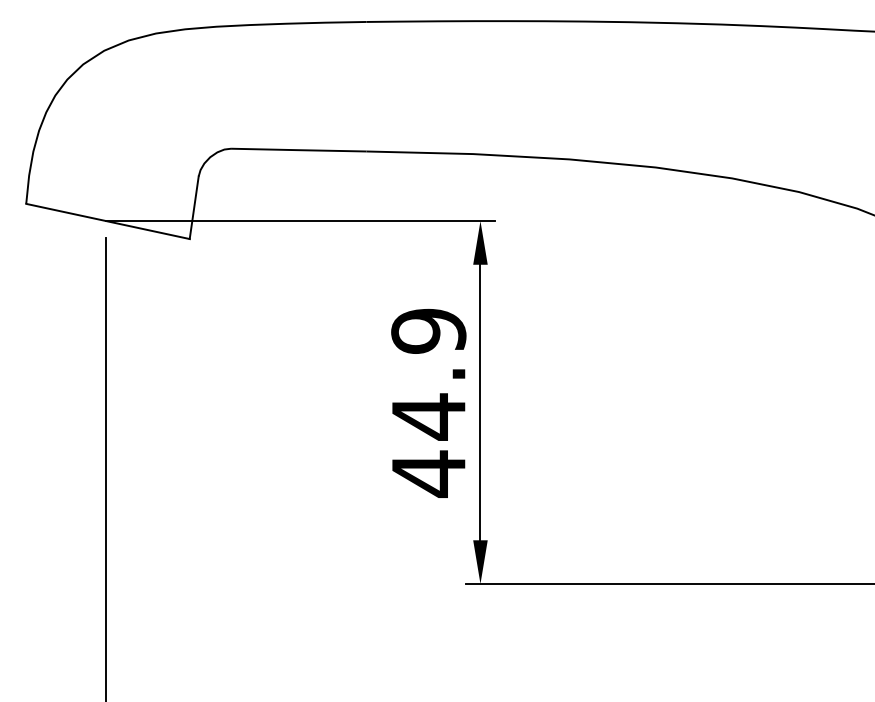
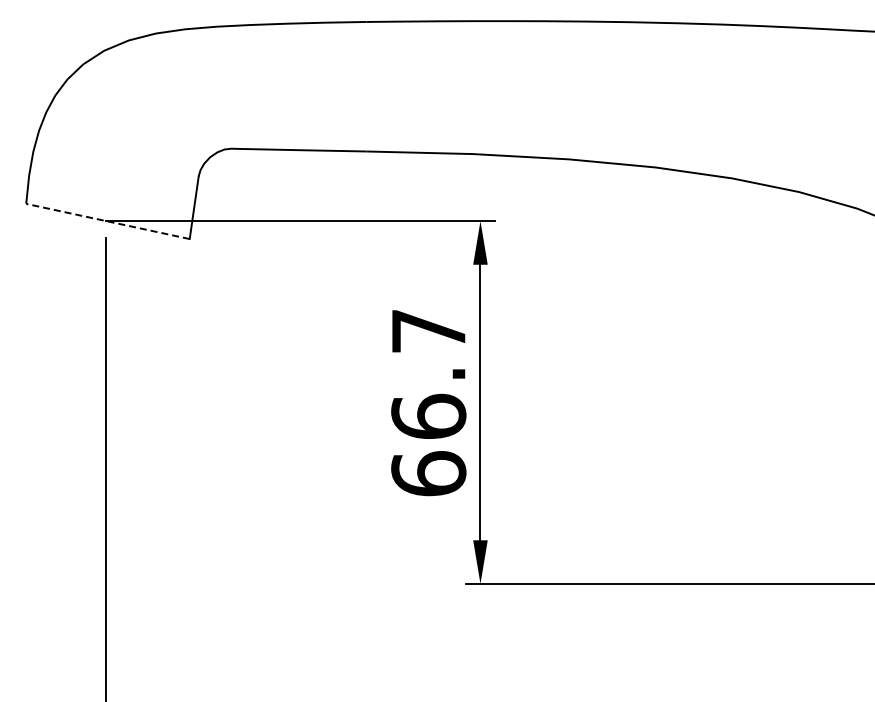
line at (107, 221): solid -> dashed
text at (428, 402): 44.9 -> 66.7
